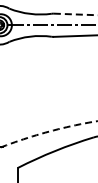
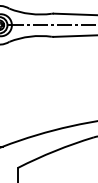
line at (75, 14): dashed -> solid
arc at (48, 131): dashed -> solid
